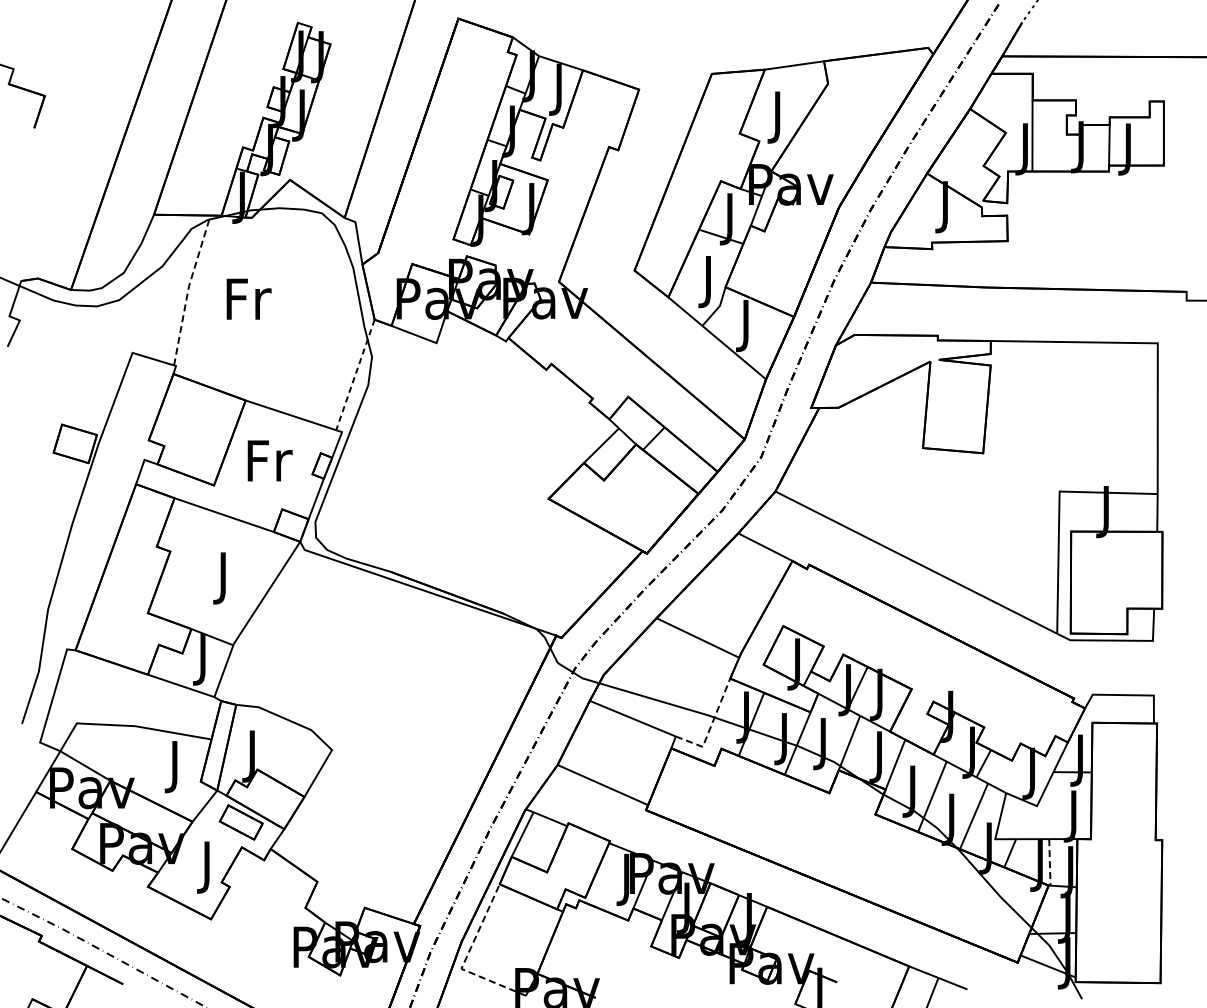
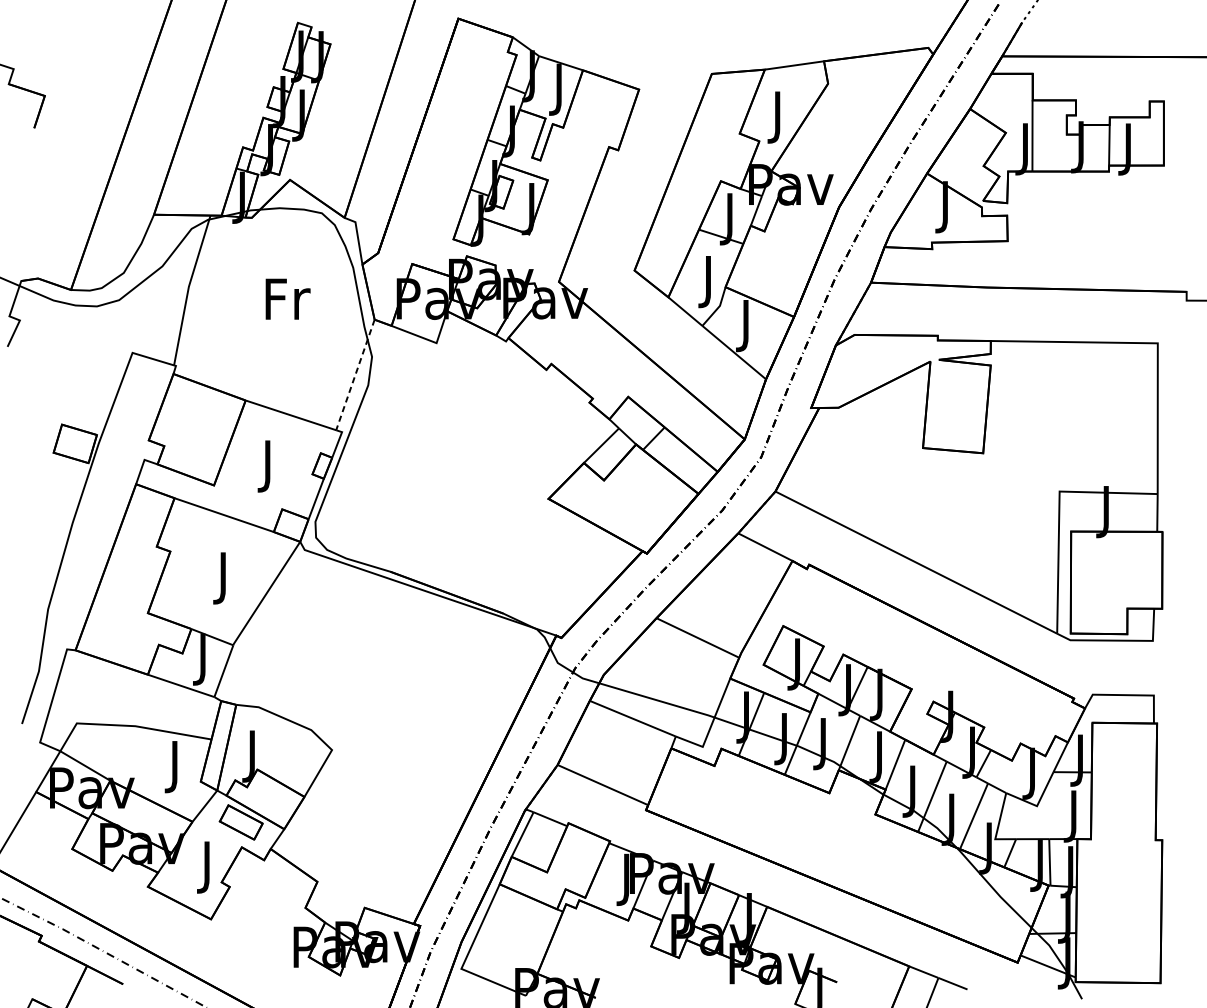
line at (188, 288): dashed -> solid
text at (248, 298) position: (248, 298) -> (287, 298)
text at (269, 466): Fr -> J
line at (710, 726): dashed -> solid
line at (1049, 862): dashed -> solid
line at (465, 958): dashed -> solid
